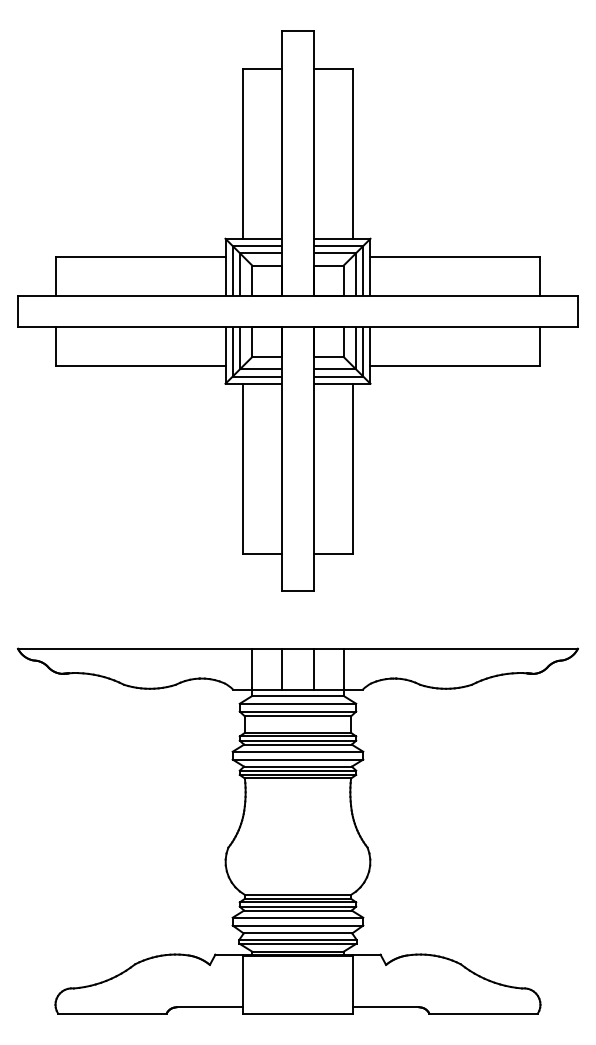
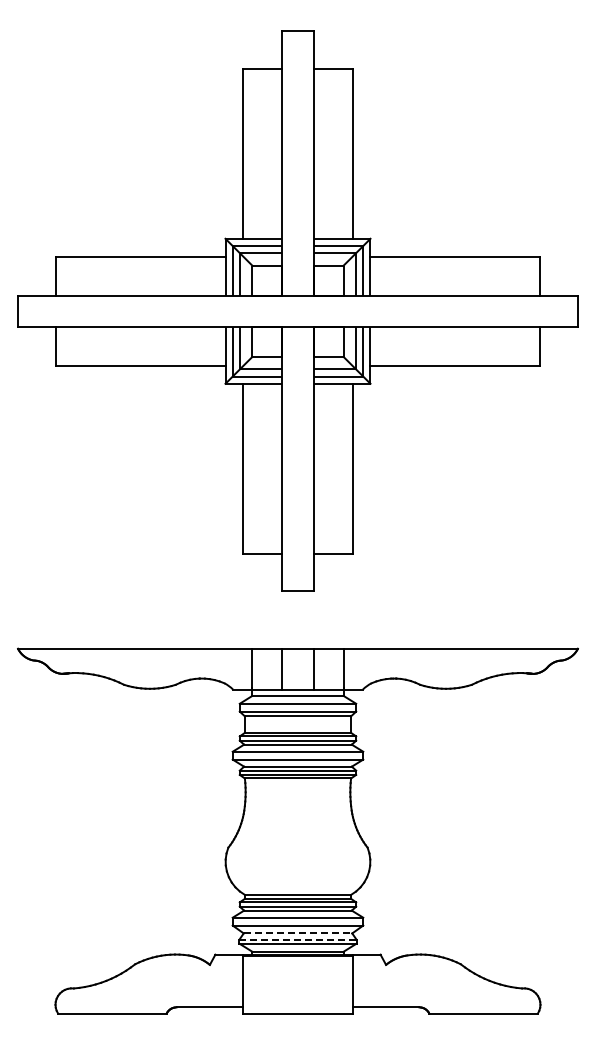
line at (298, 933): solid -> dashed
line at (297, 939): solid -> dashed
